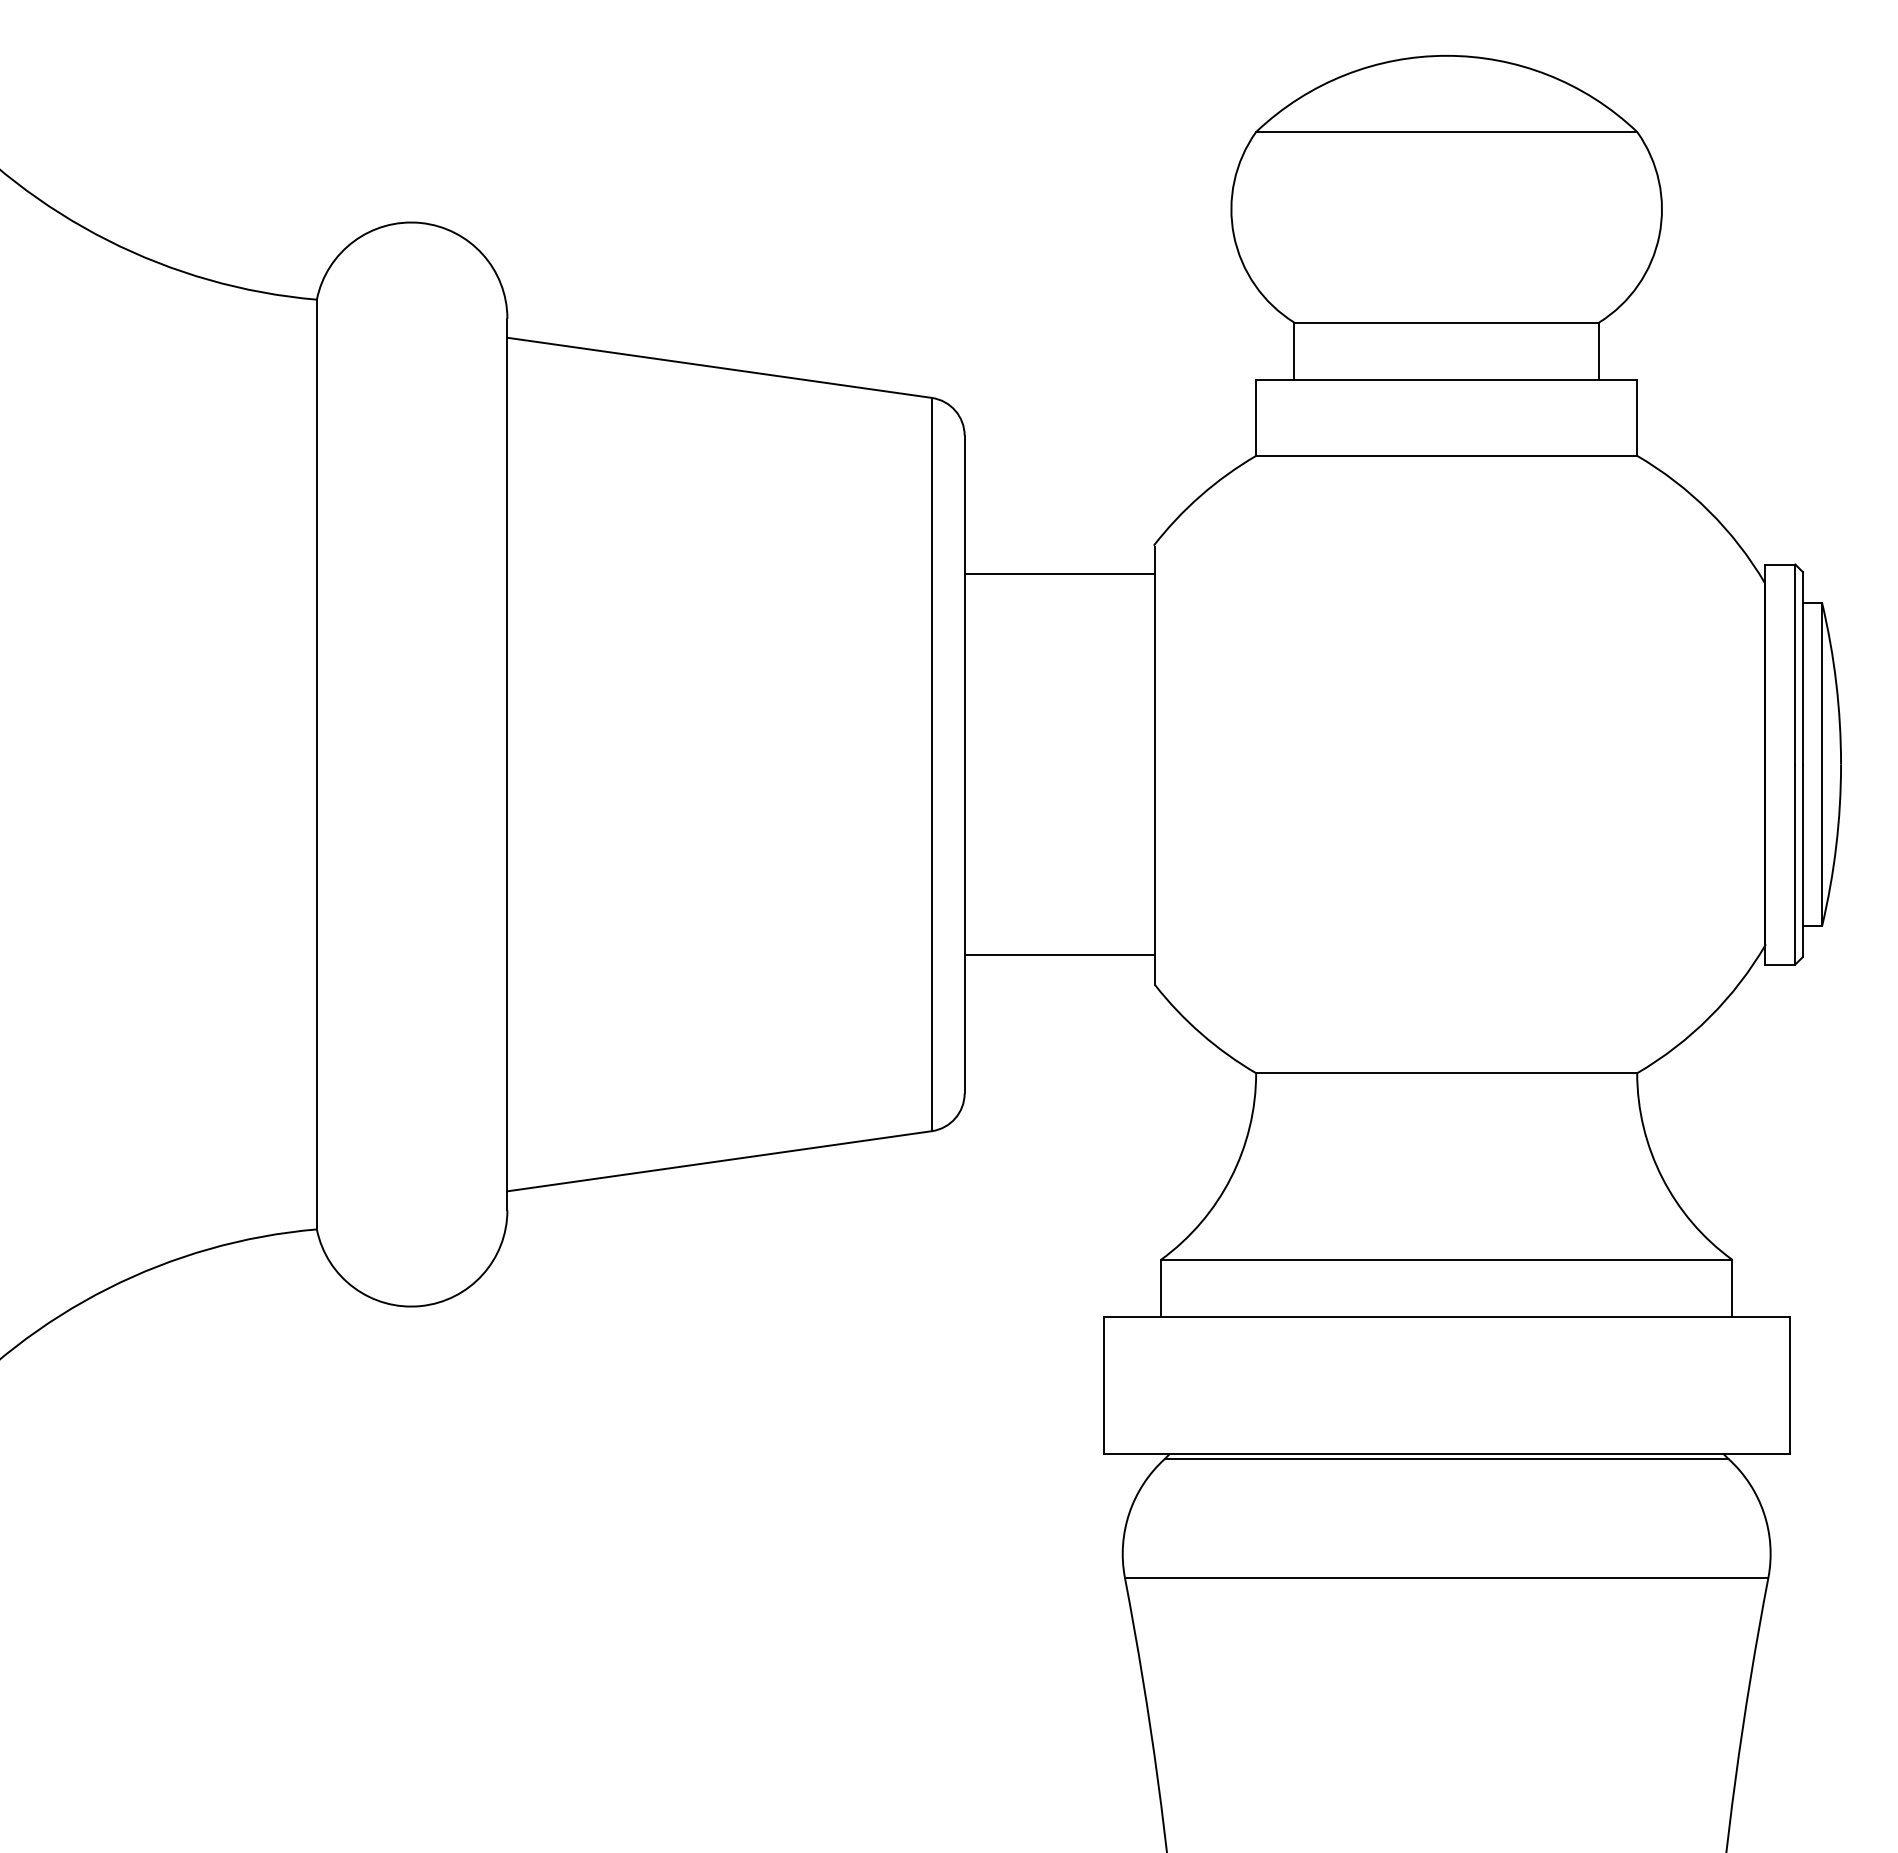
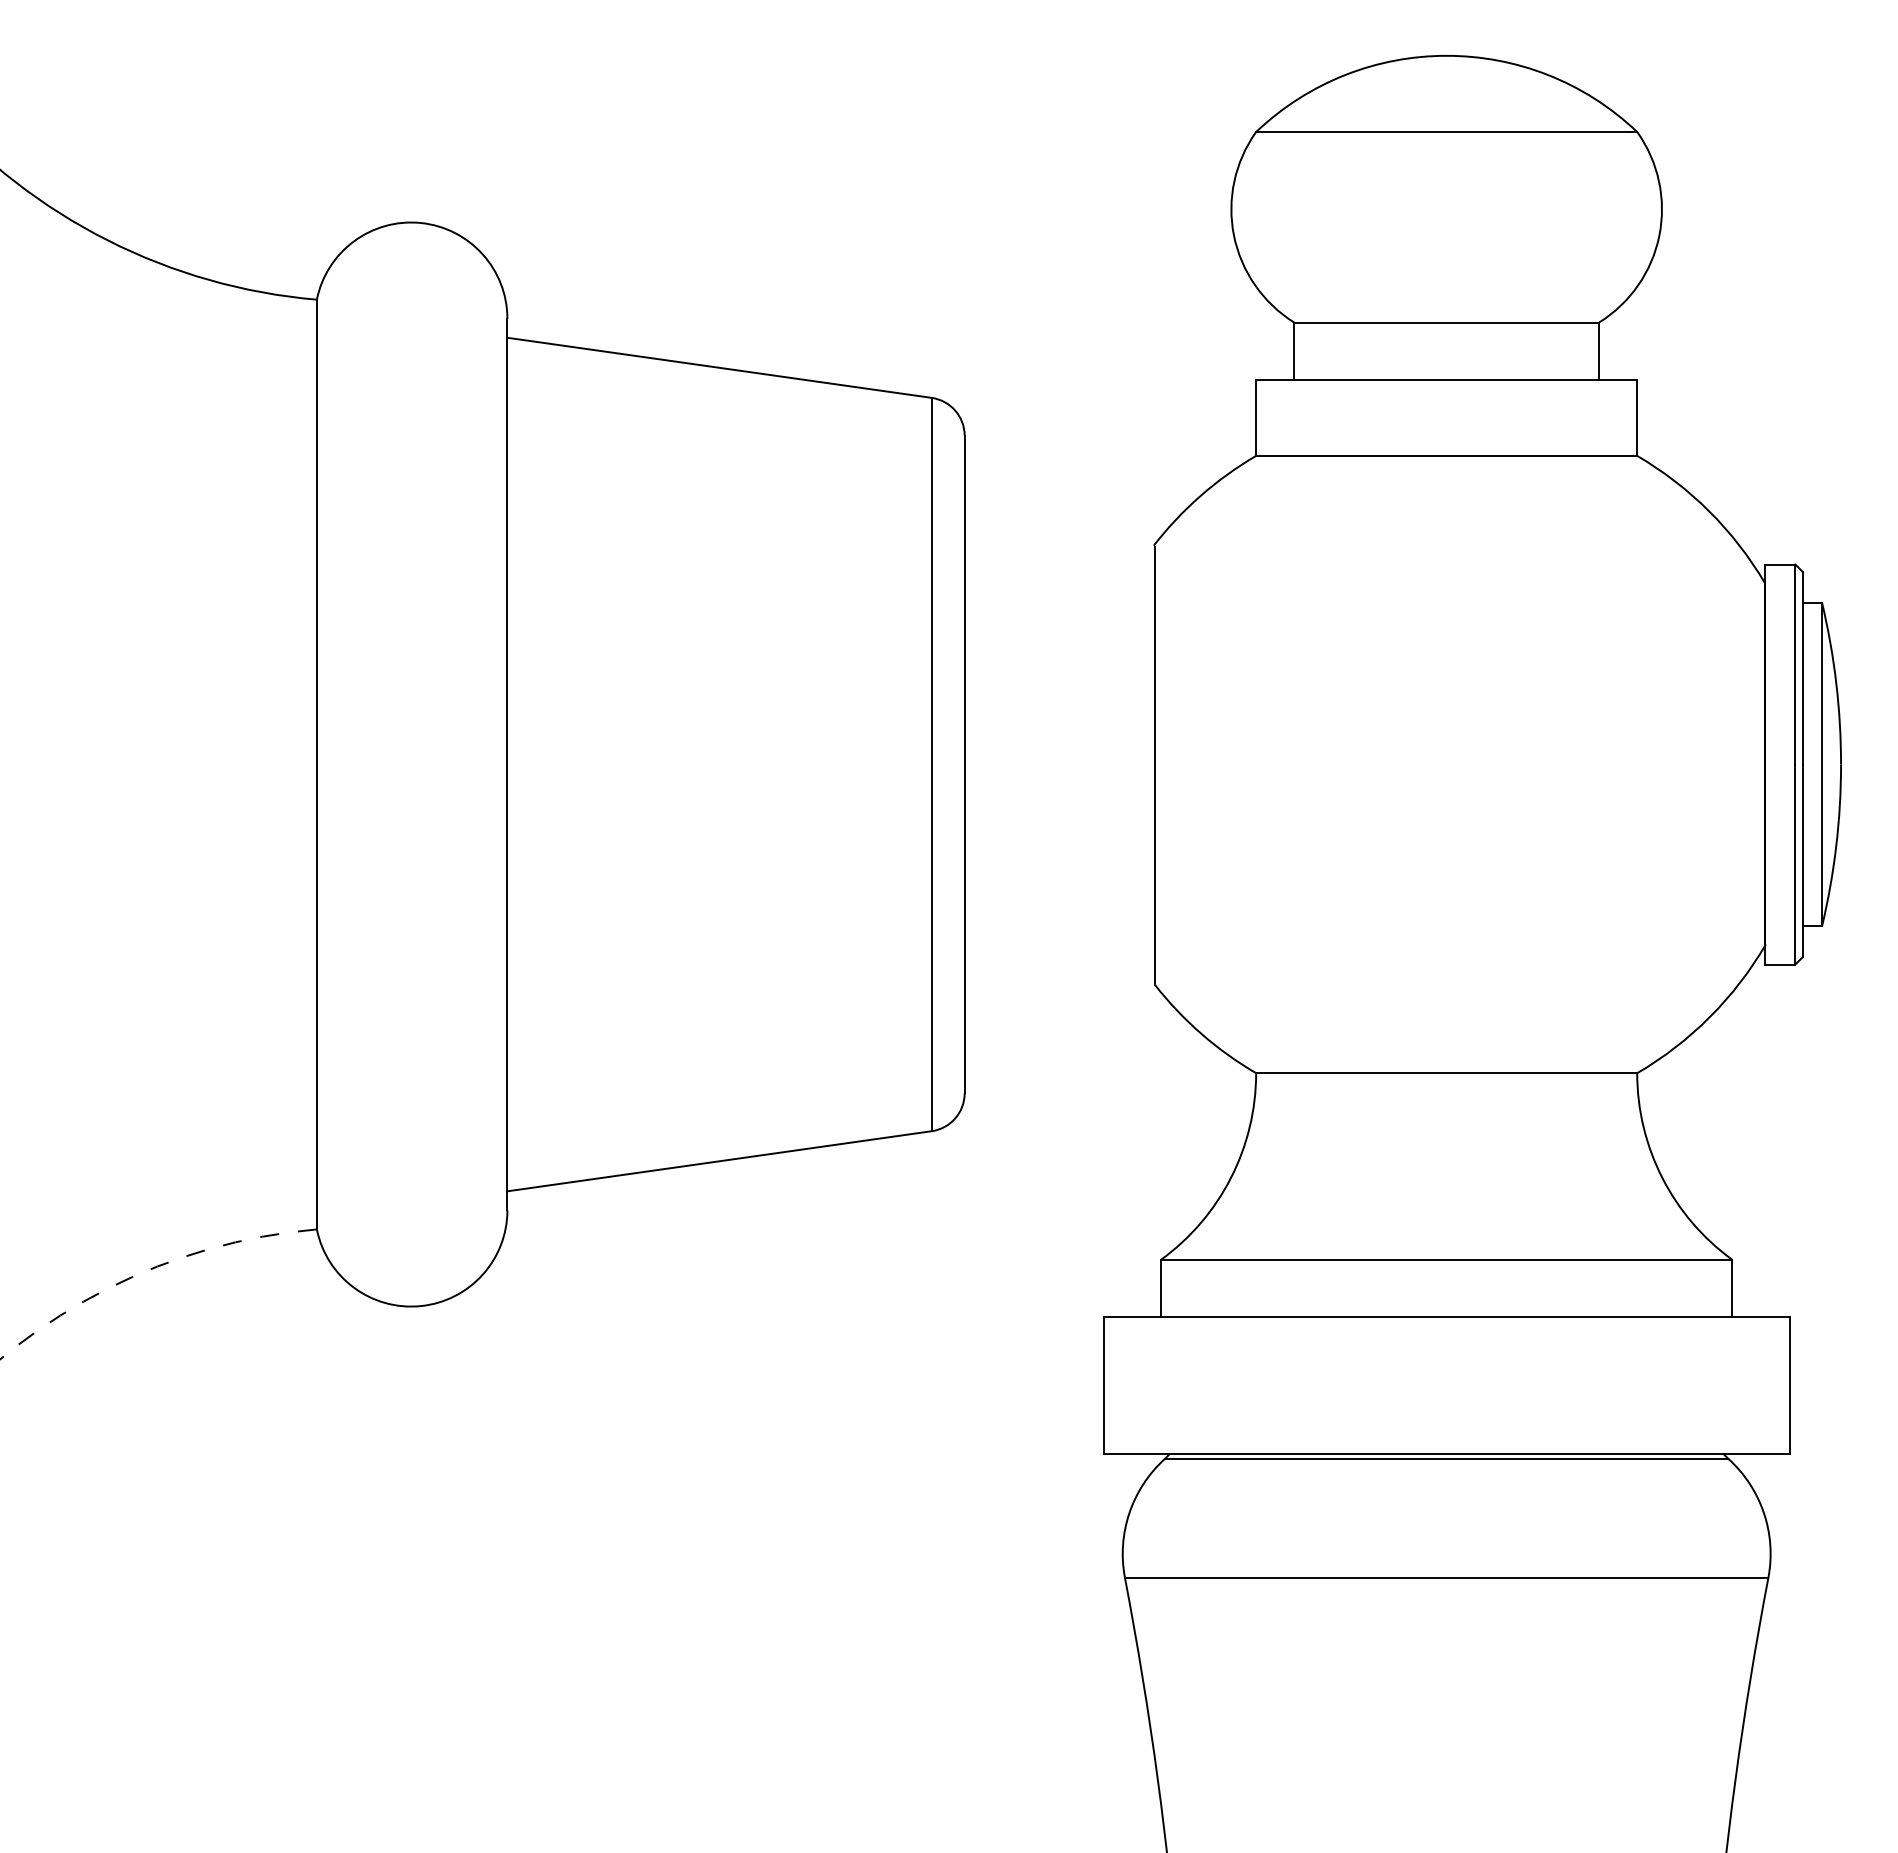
line at (1059, 574): present -> none
line at (1059, 955): present -> none
arc at (147, 1270): solid -> dashed
